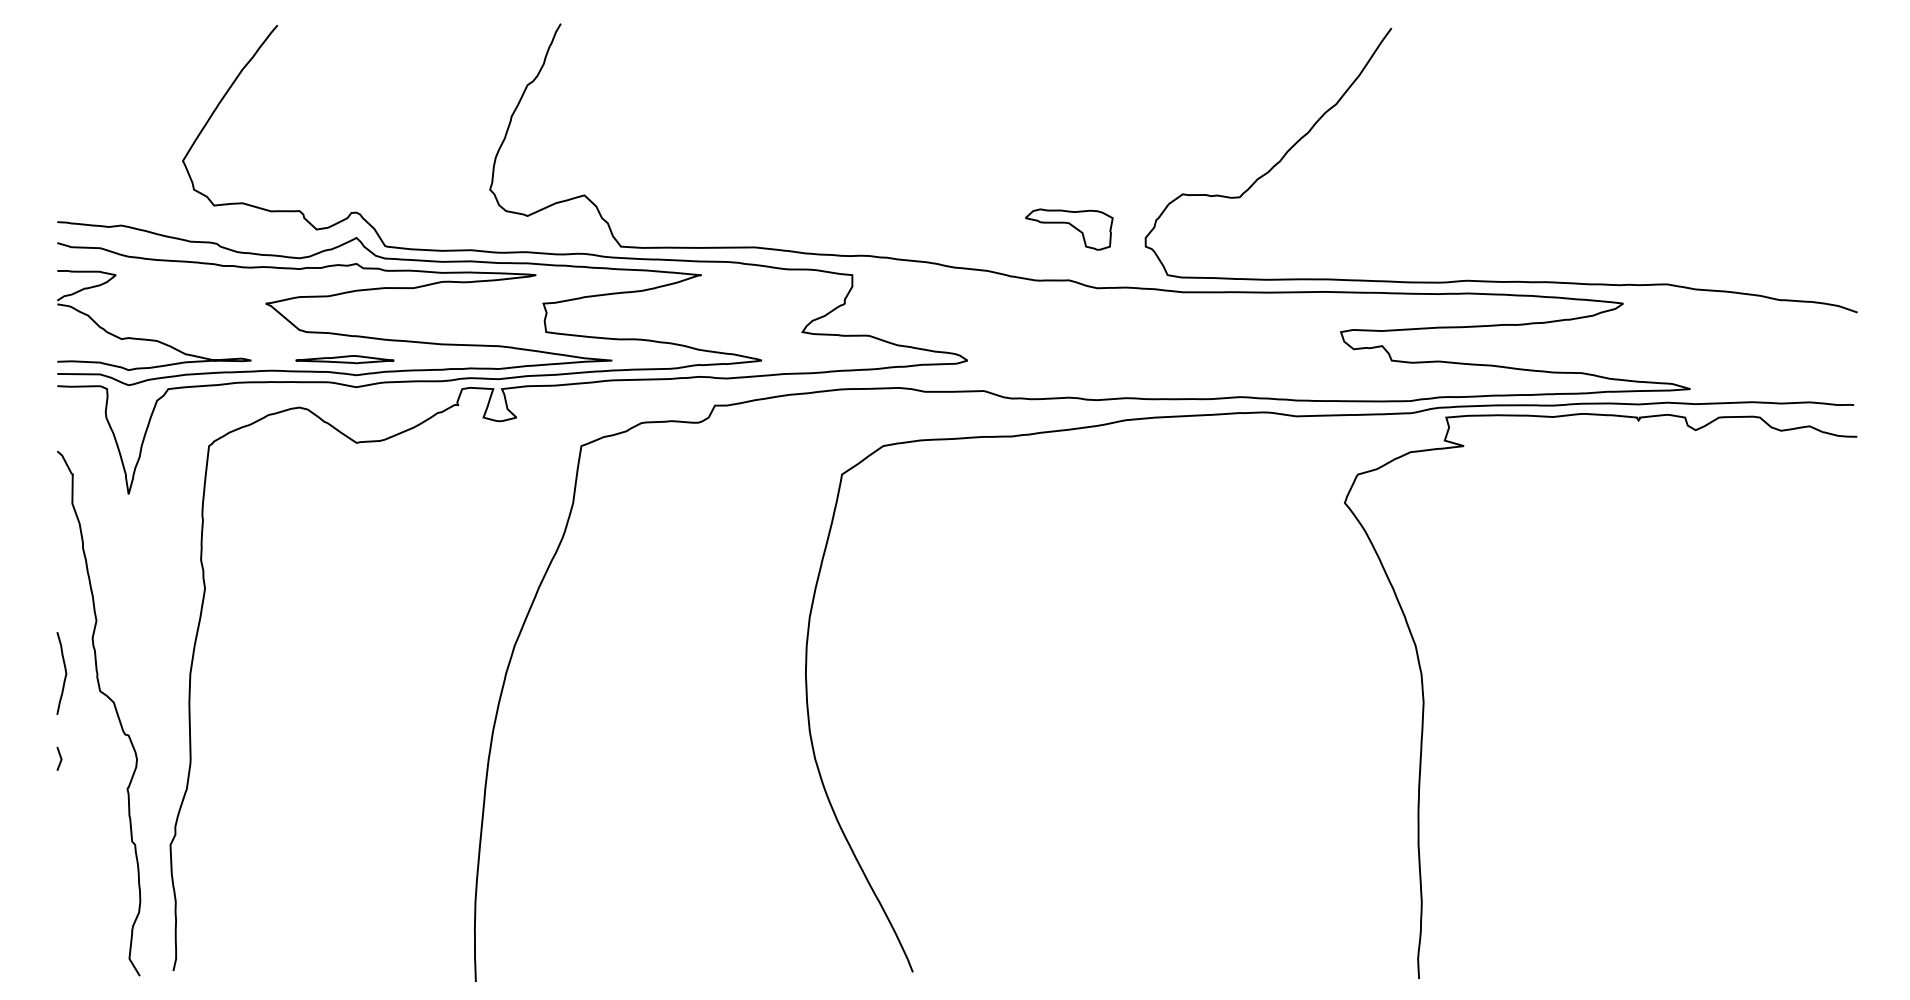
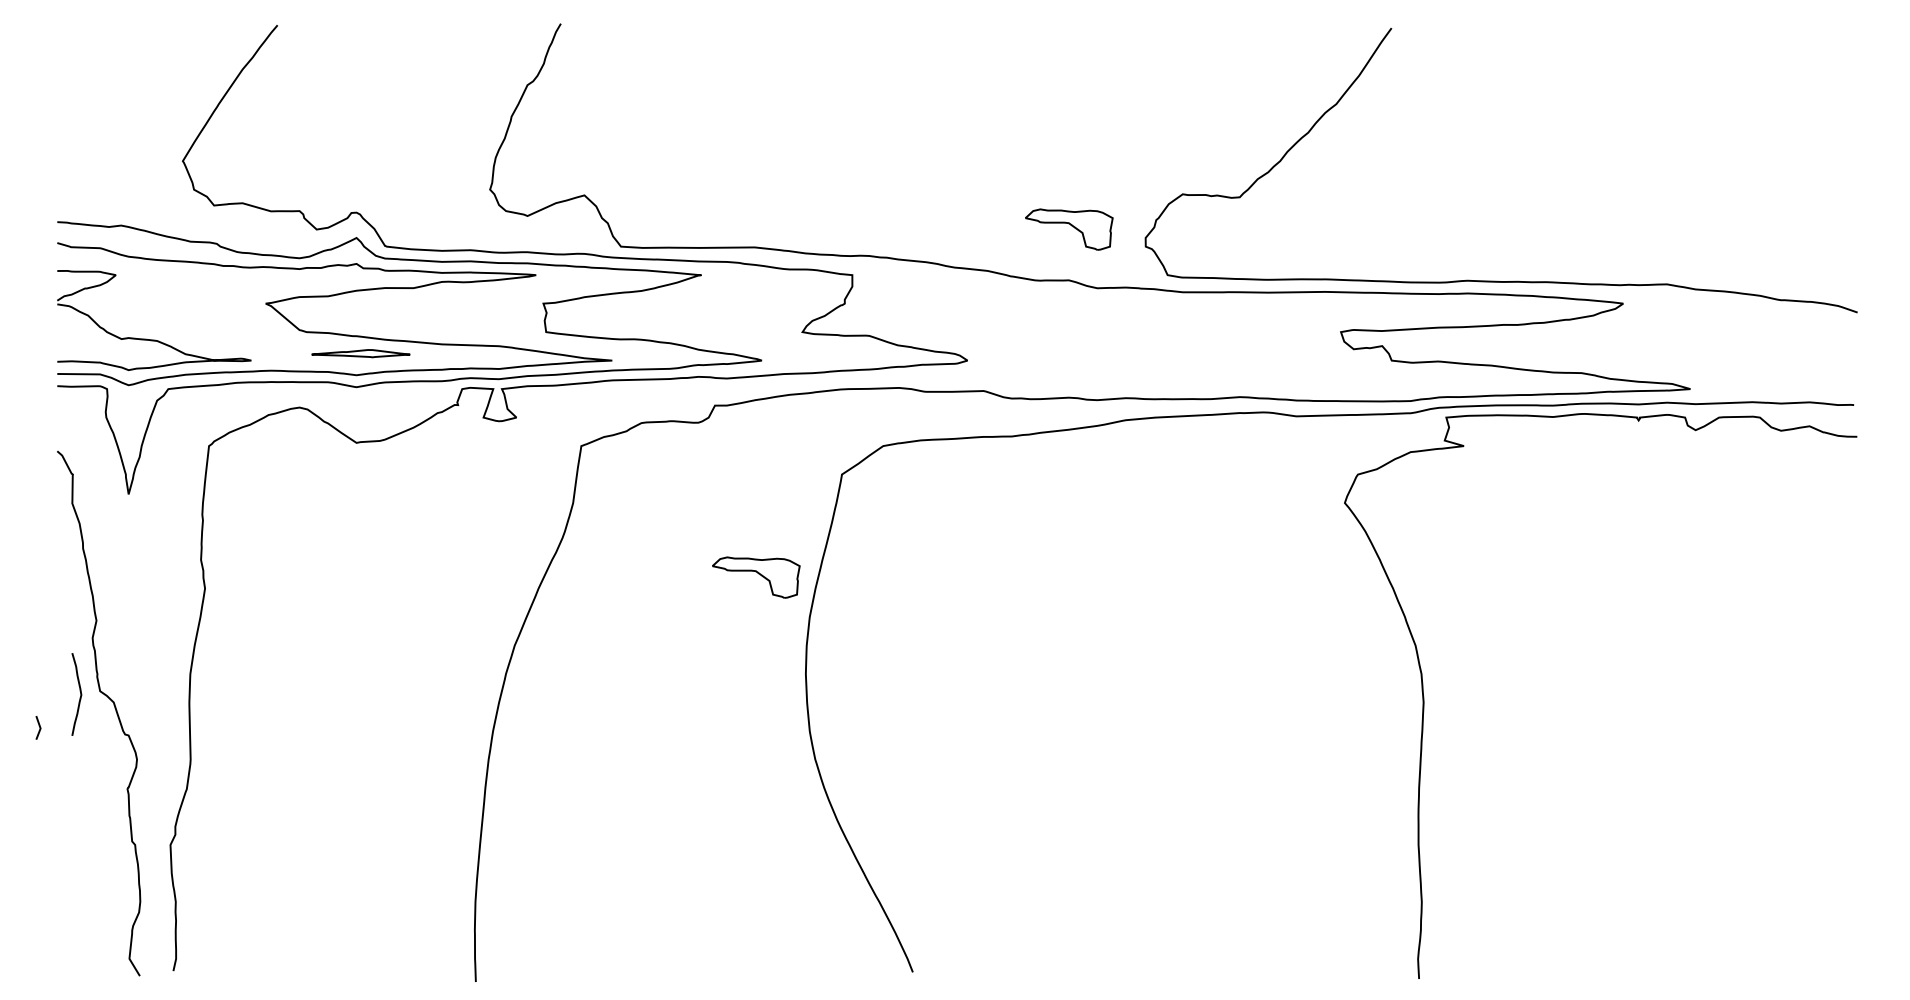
part at (344, 359) position: (344, 359) -> (360, 353)
part at (756, 577): none -> present
curve at (65, 673) position: (65, 673) -> (80, 694)
line at (60, 758) position: (60, 758) -> (39, 727)
